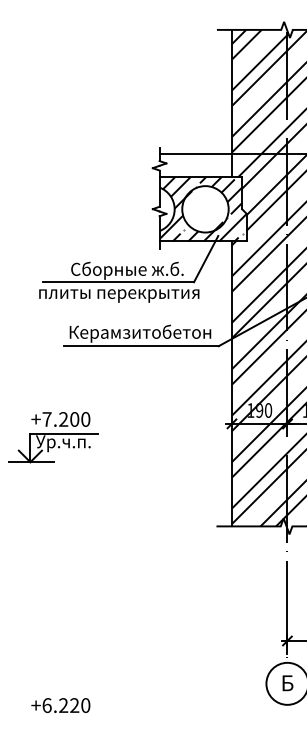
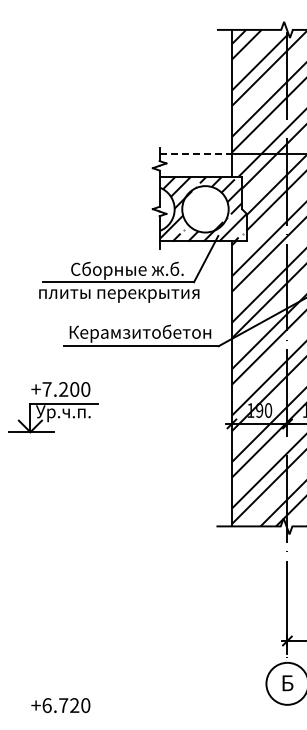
line at (196, 153): solid -> dashed
part at (53, 437) position: (53, 437) -> (53, 407)
text at (63, 705): +6.220 -> +6.720
